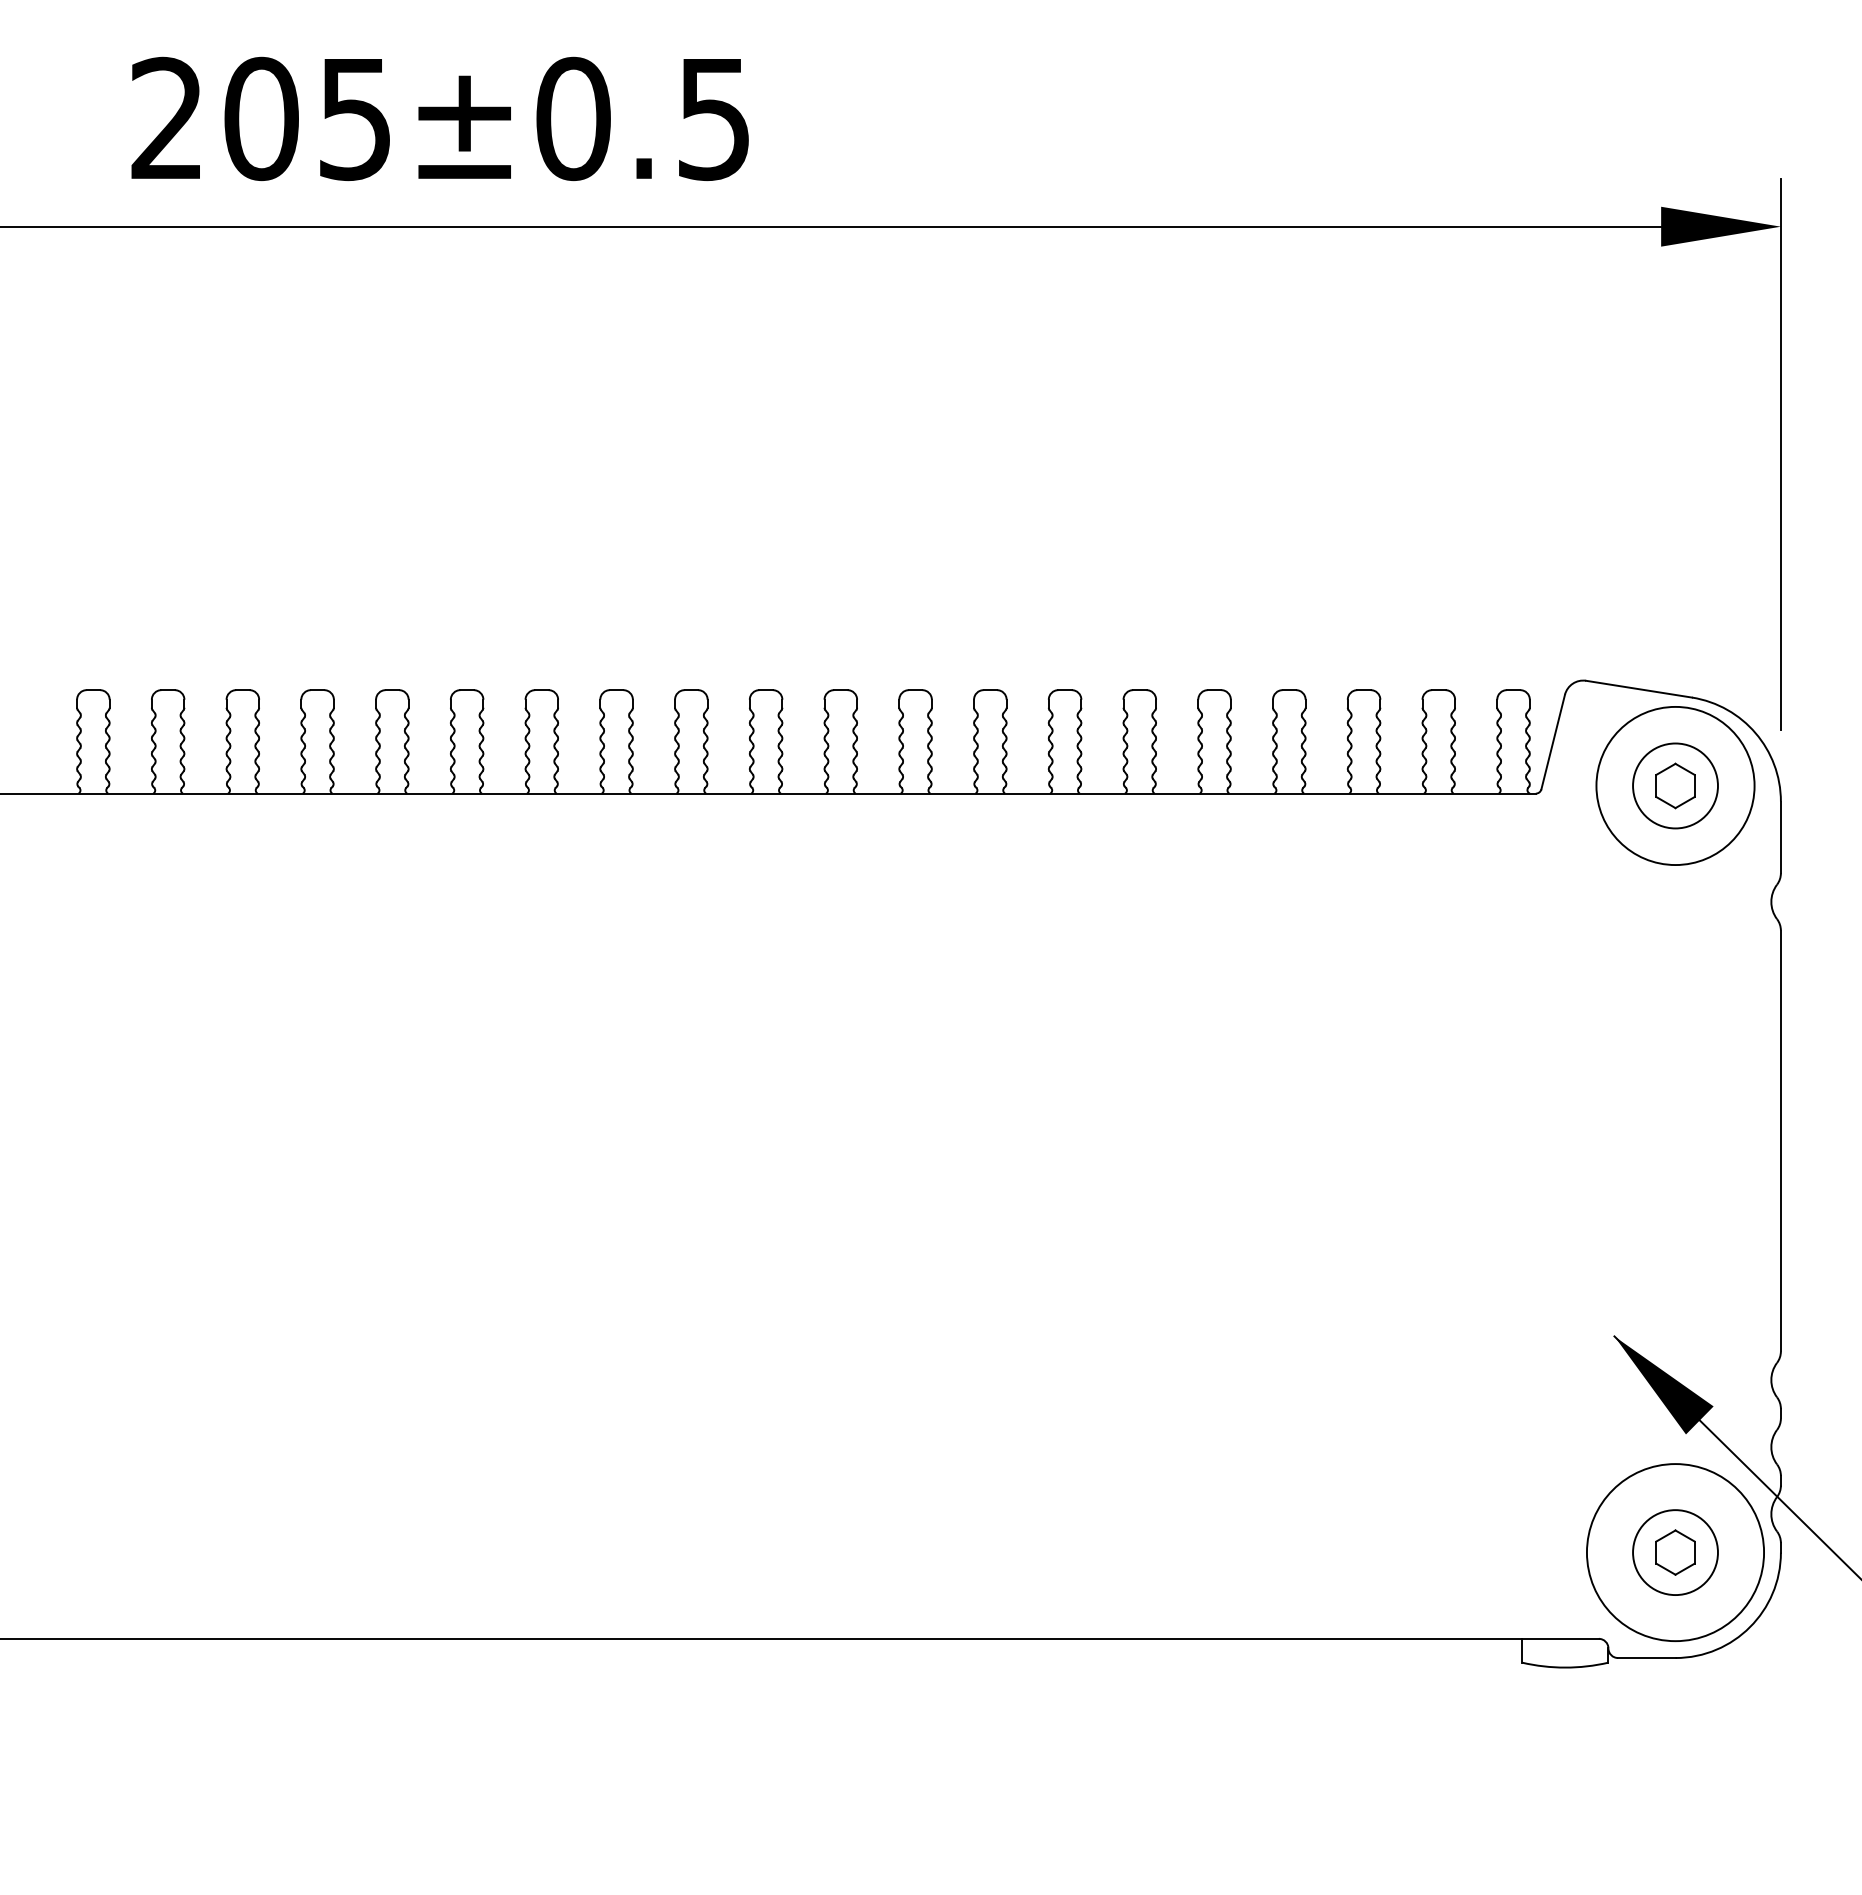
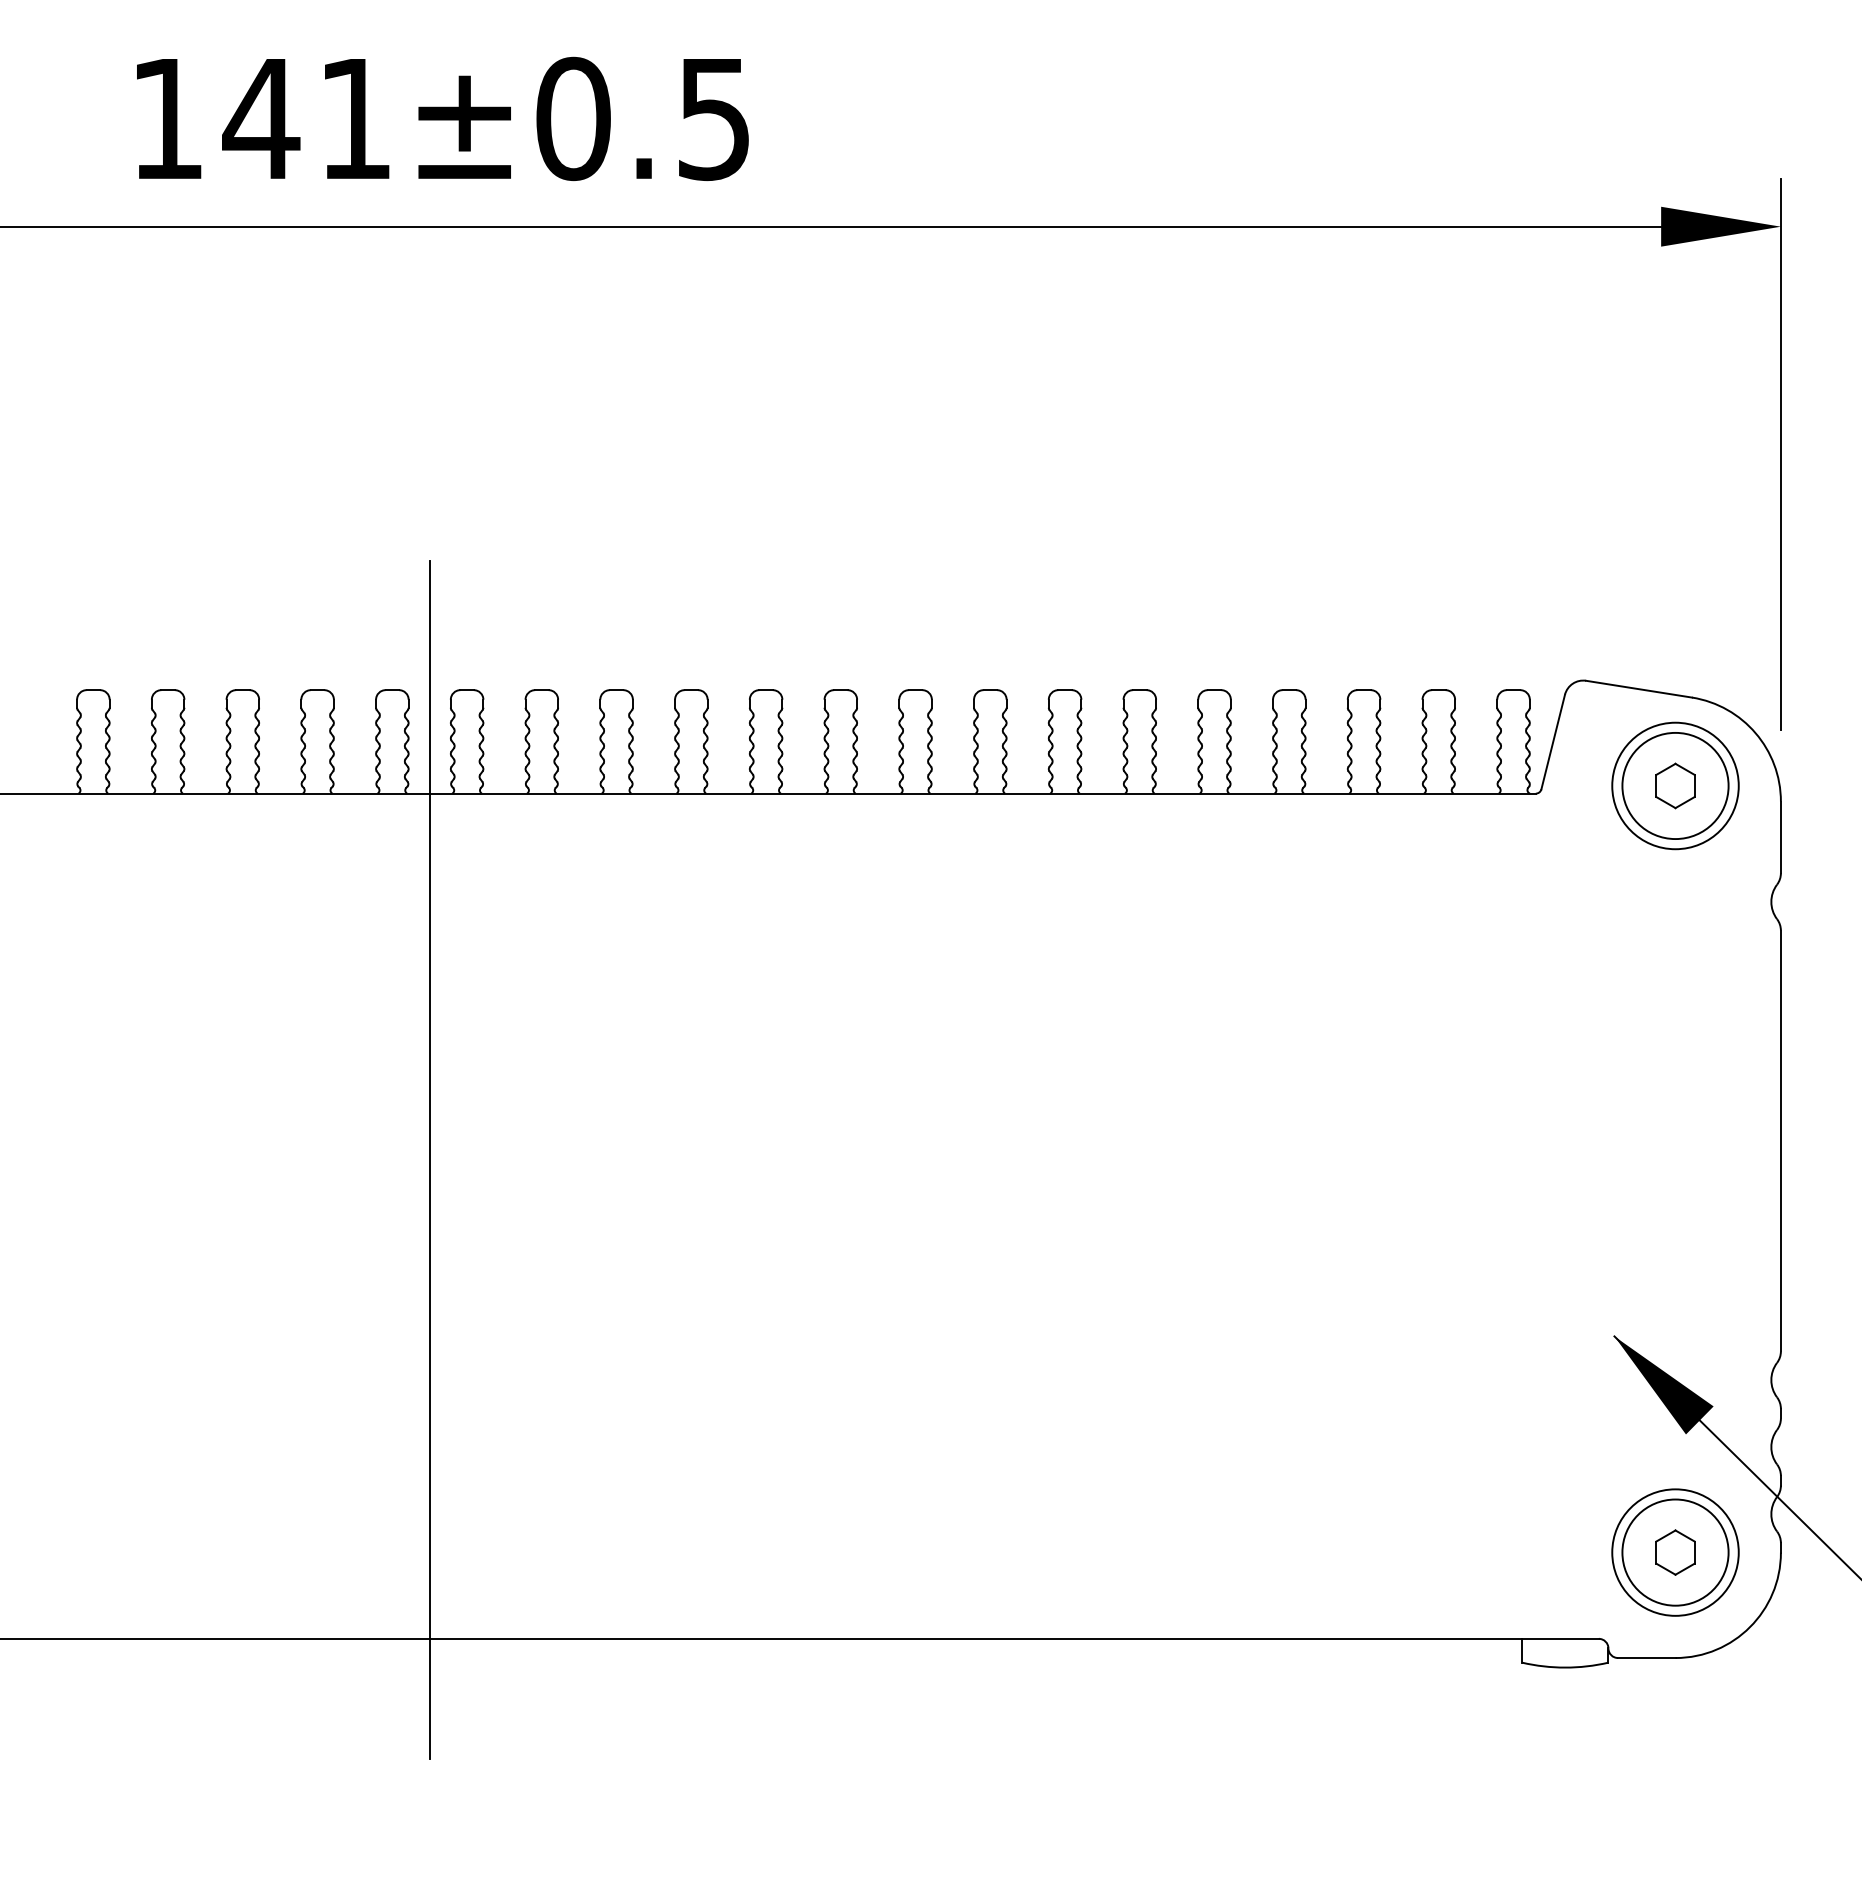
text at (260, 118): 205±0.5 -> 141±0.5
circle at (1675, 785) diameter: 158 px -> 126 px
circle at (1675, 785) diameter: 85 px -> 106 px
line at (429, 1159): none -> present
circle at (1675, 1552) diameter: 177 px -> 126 px
circle at (1675, 1552) diameter: 85 px -> 106 px
